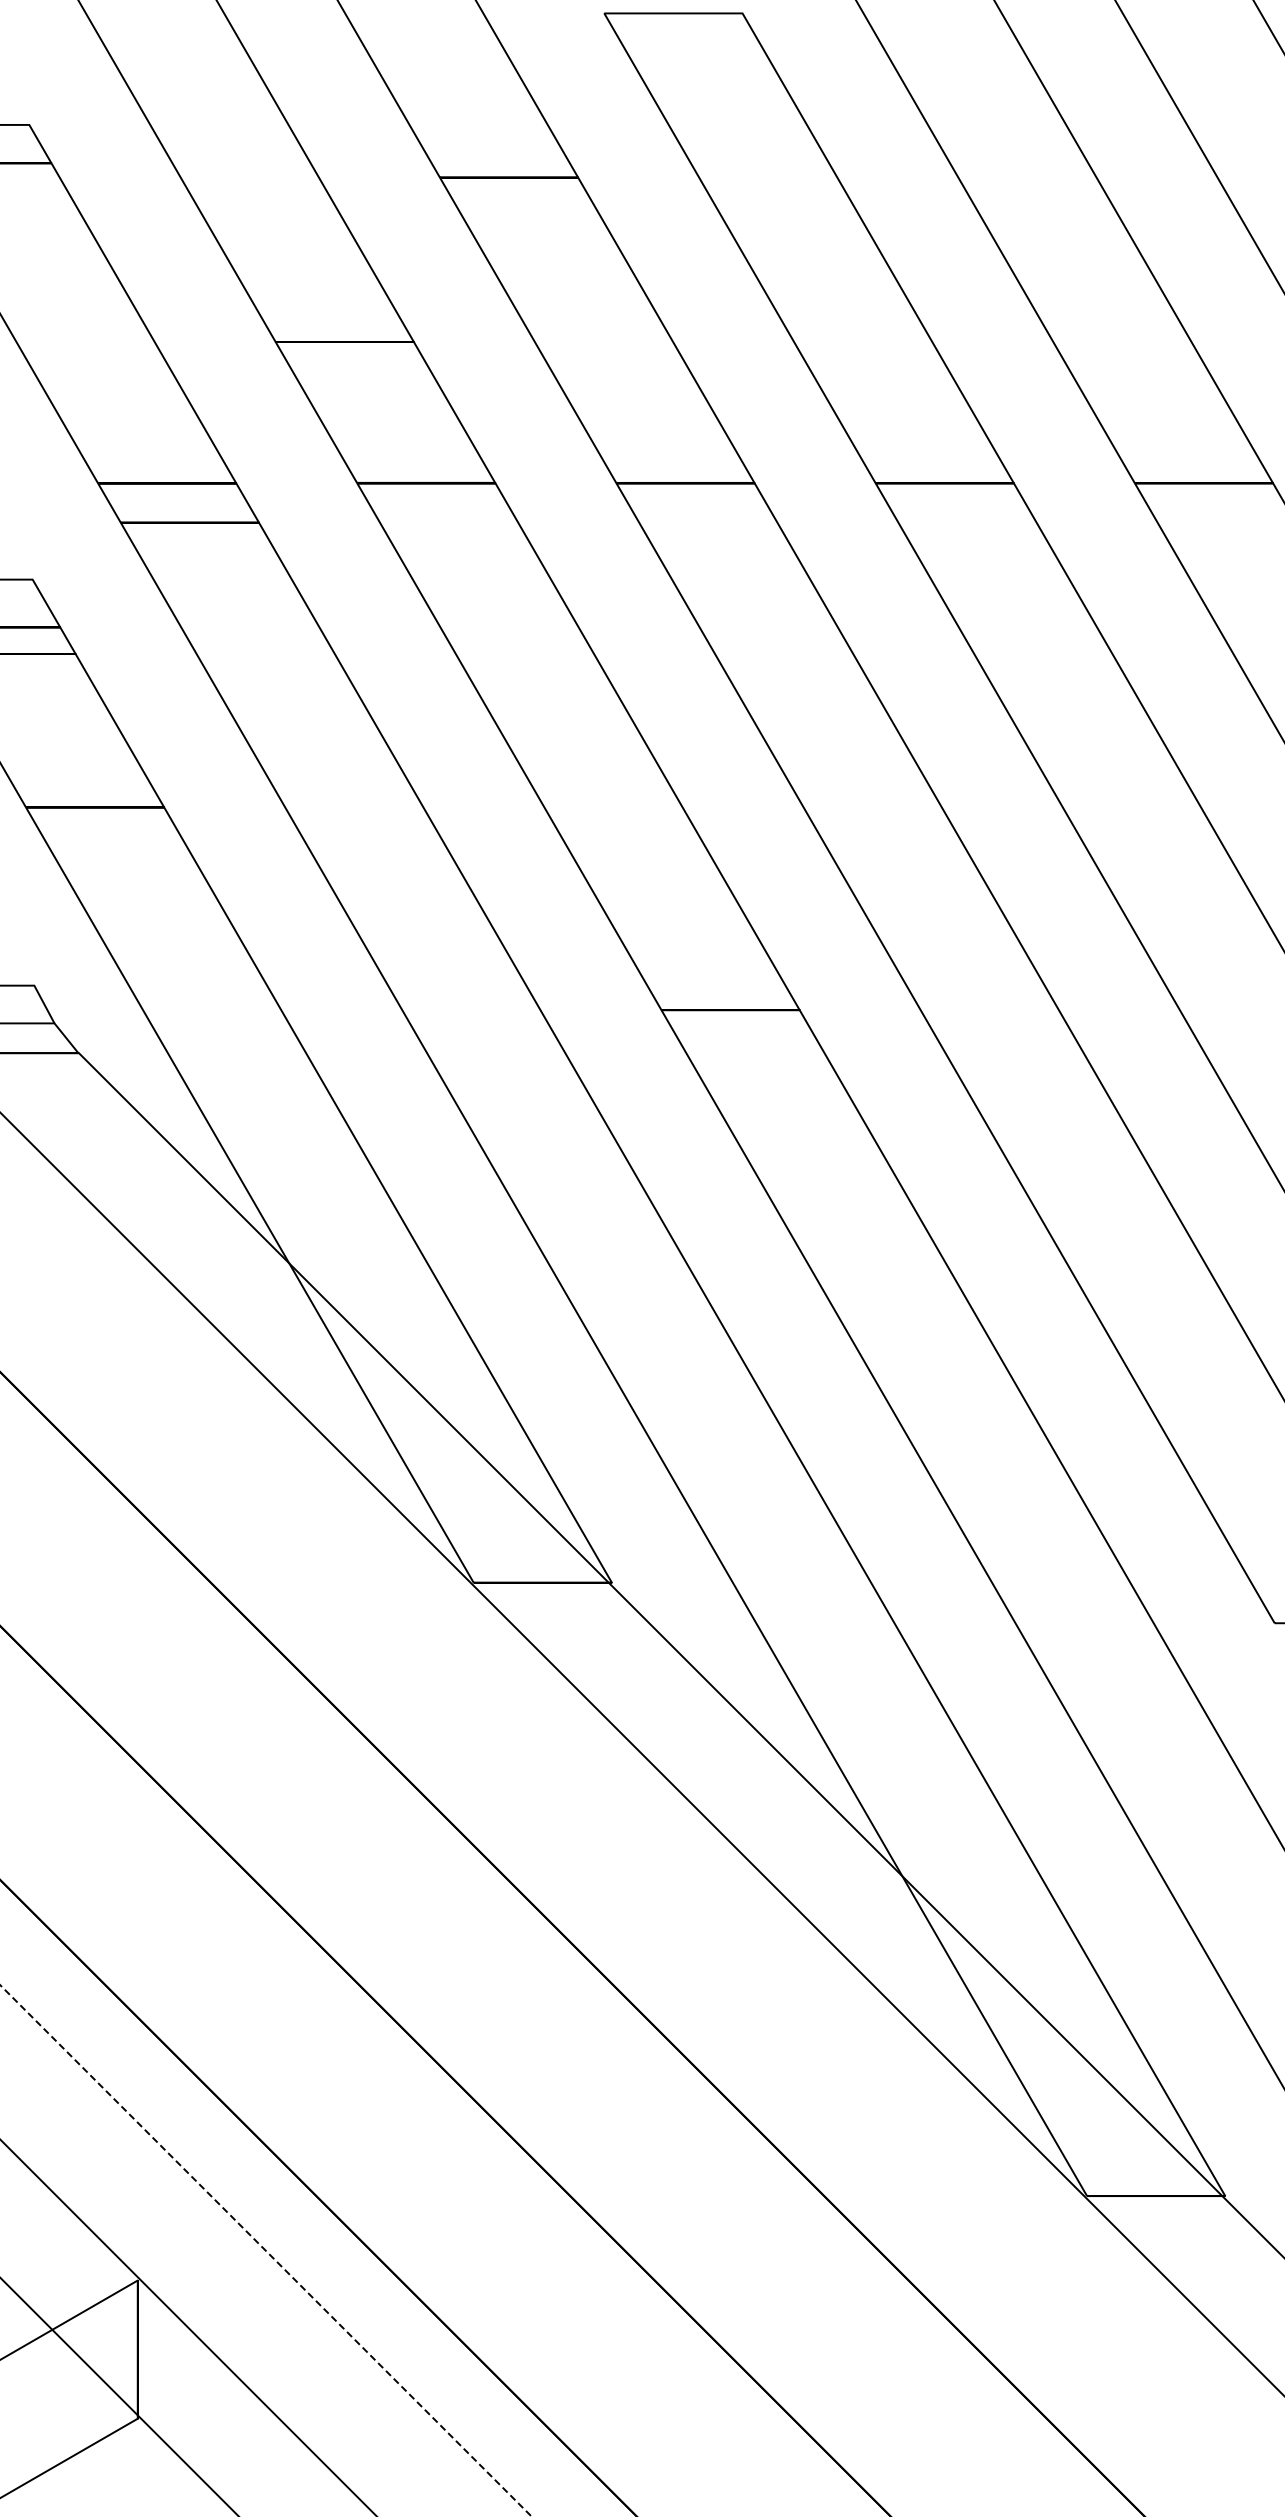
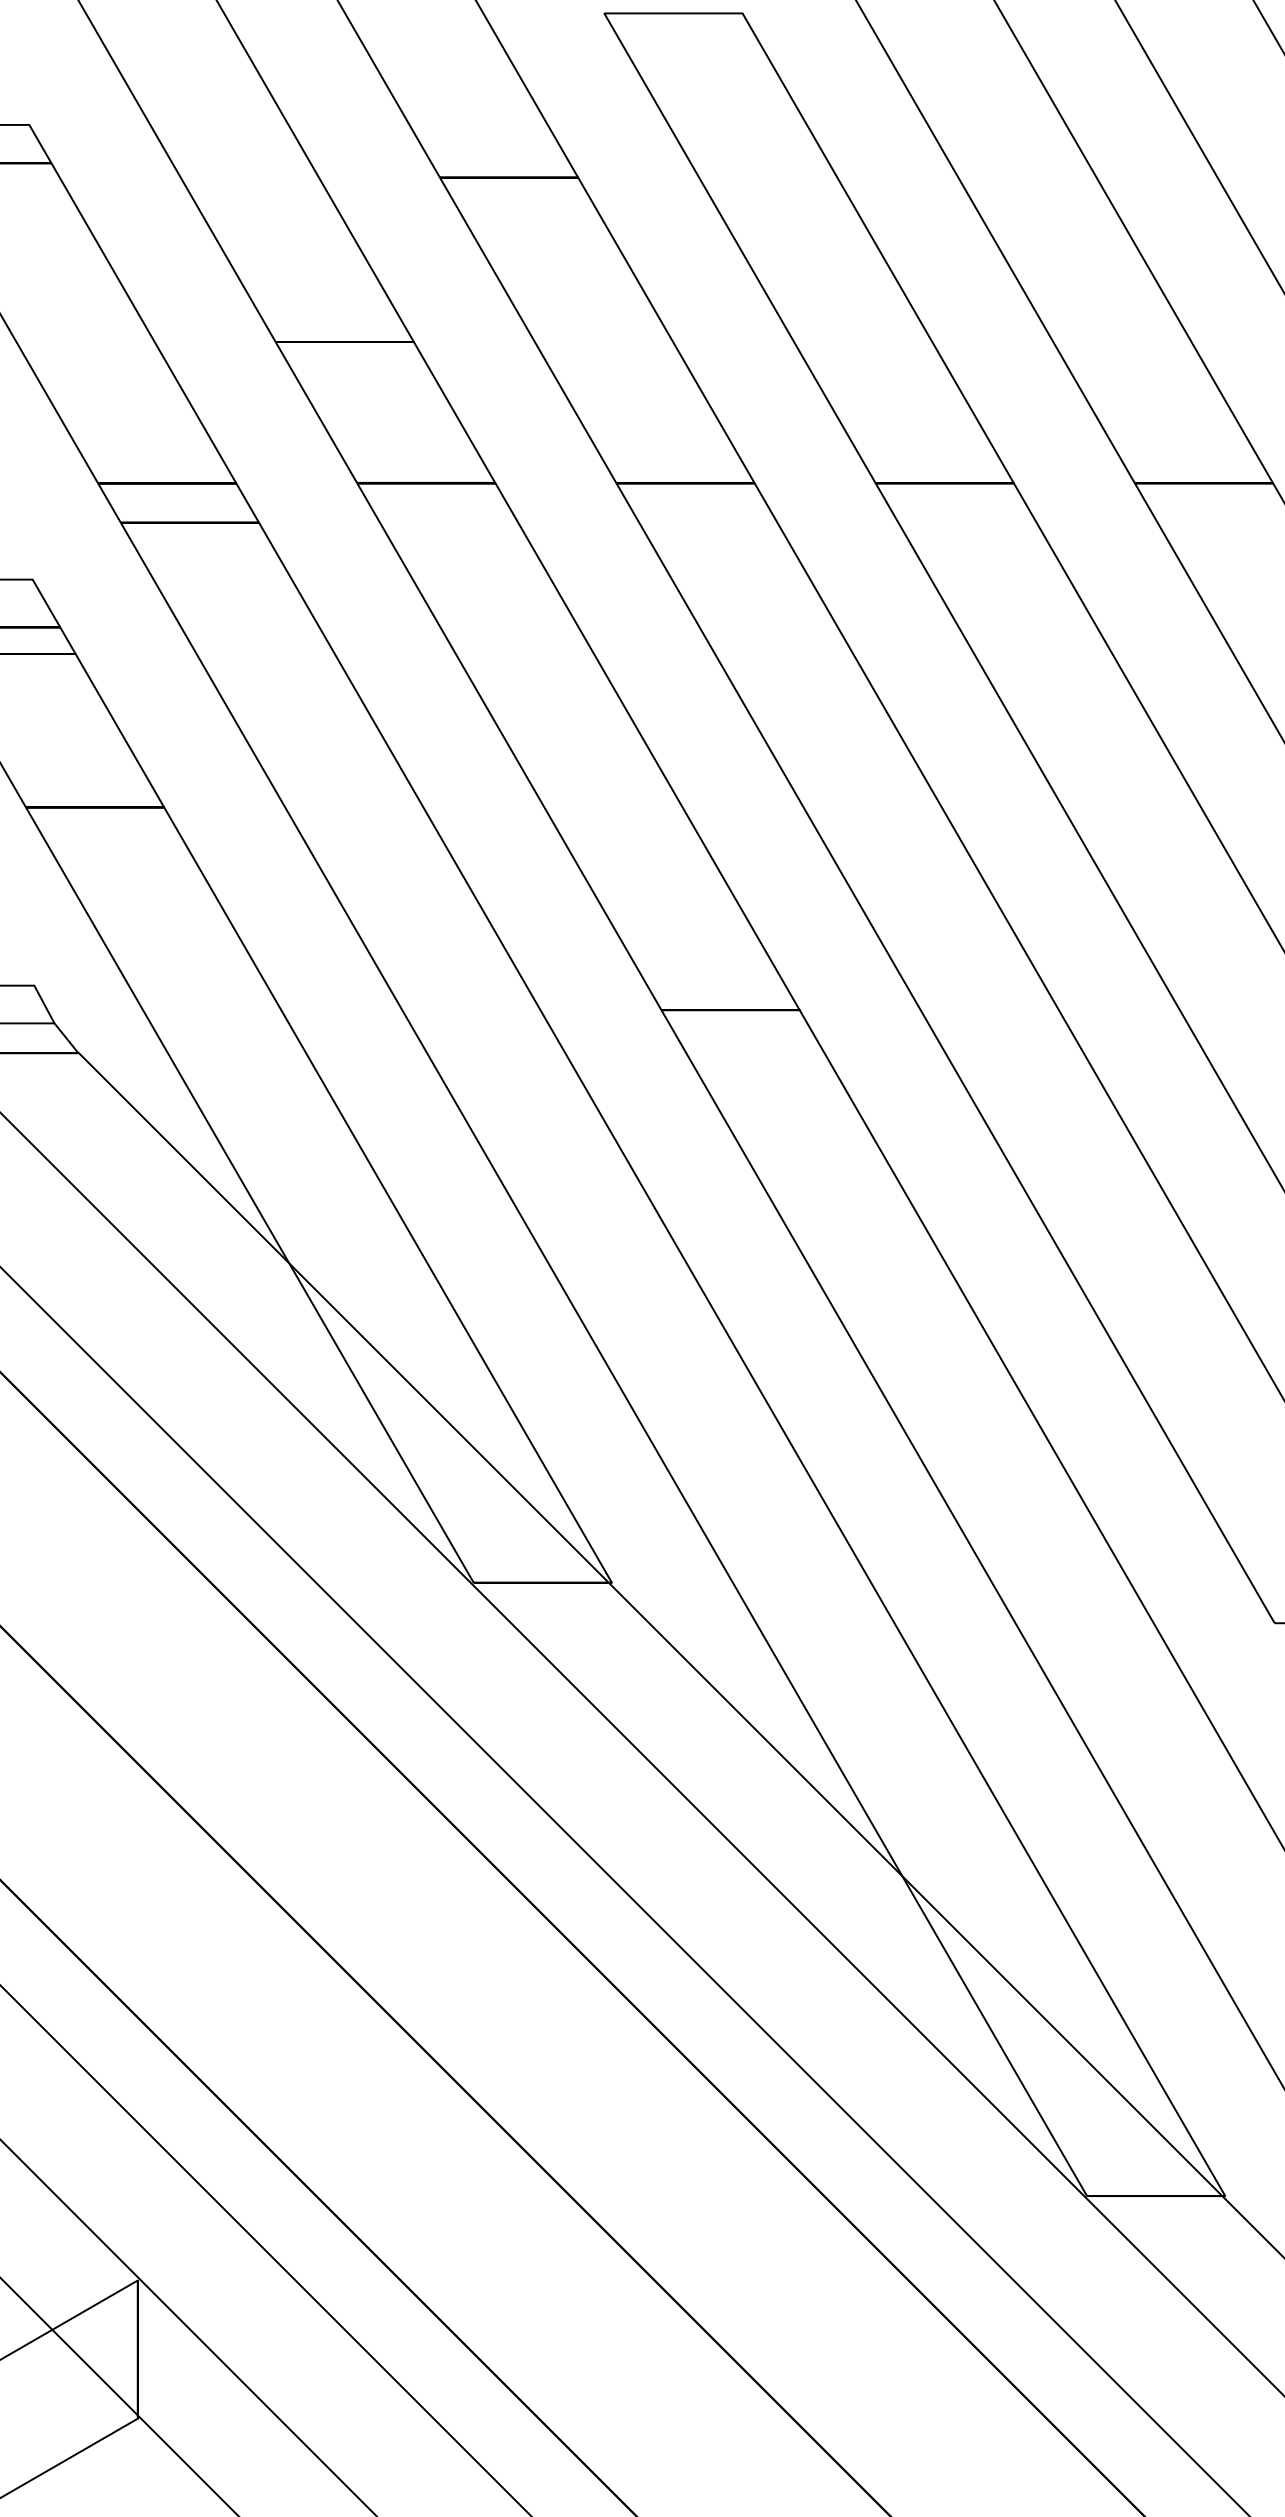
line at (624, 1891): none -> present
line at (265, 2250): dashed -> solid
